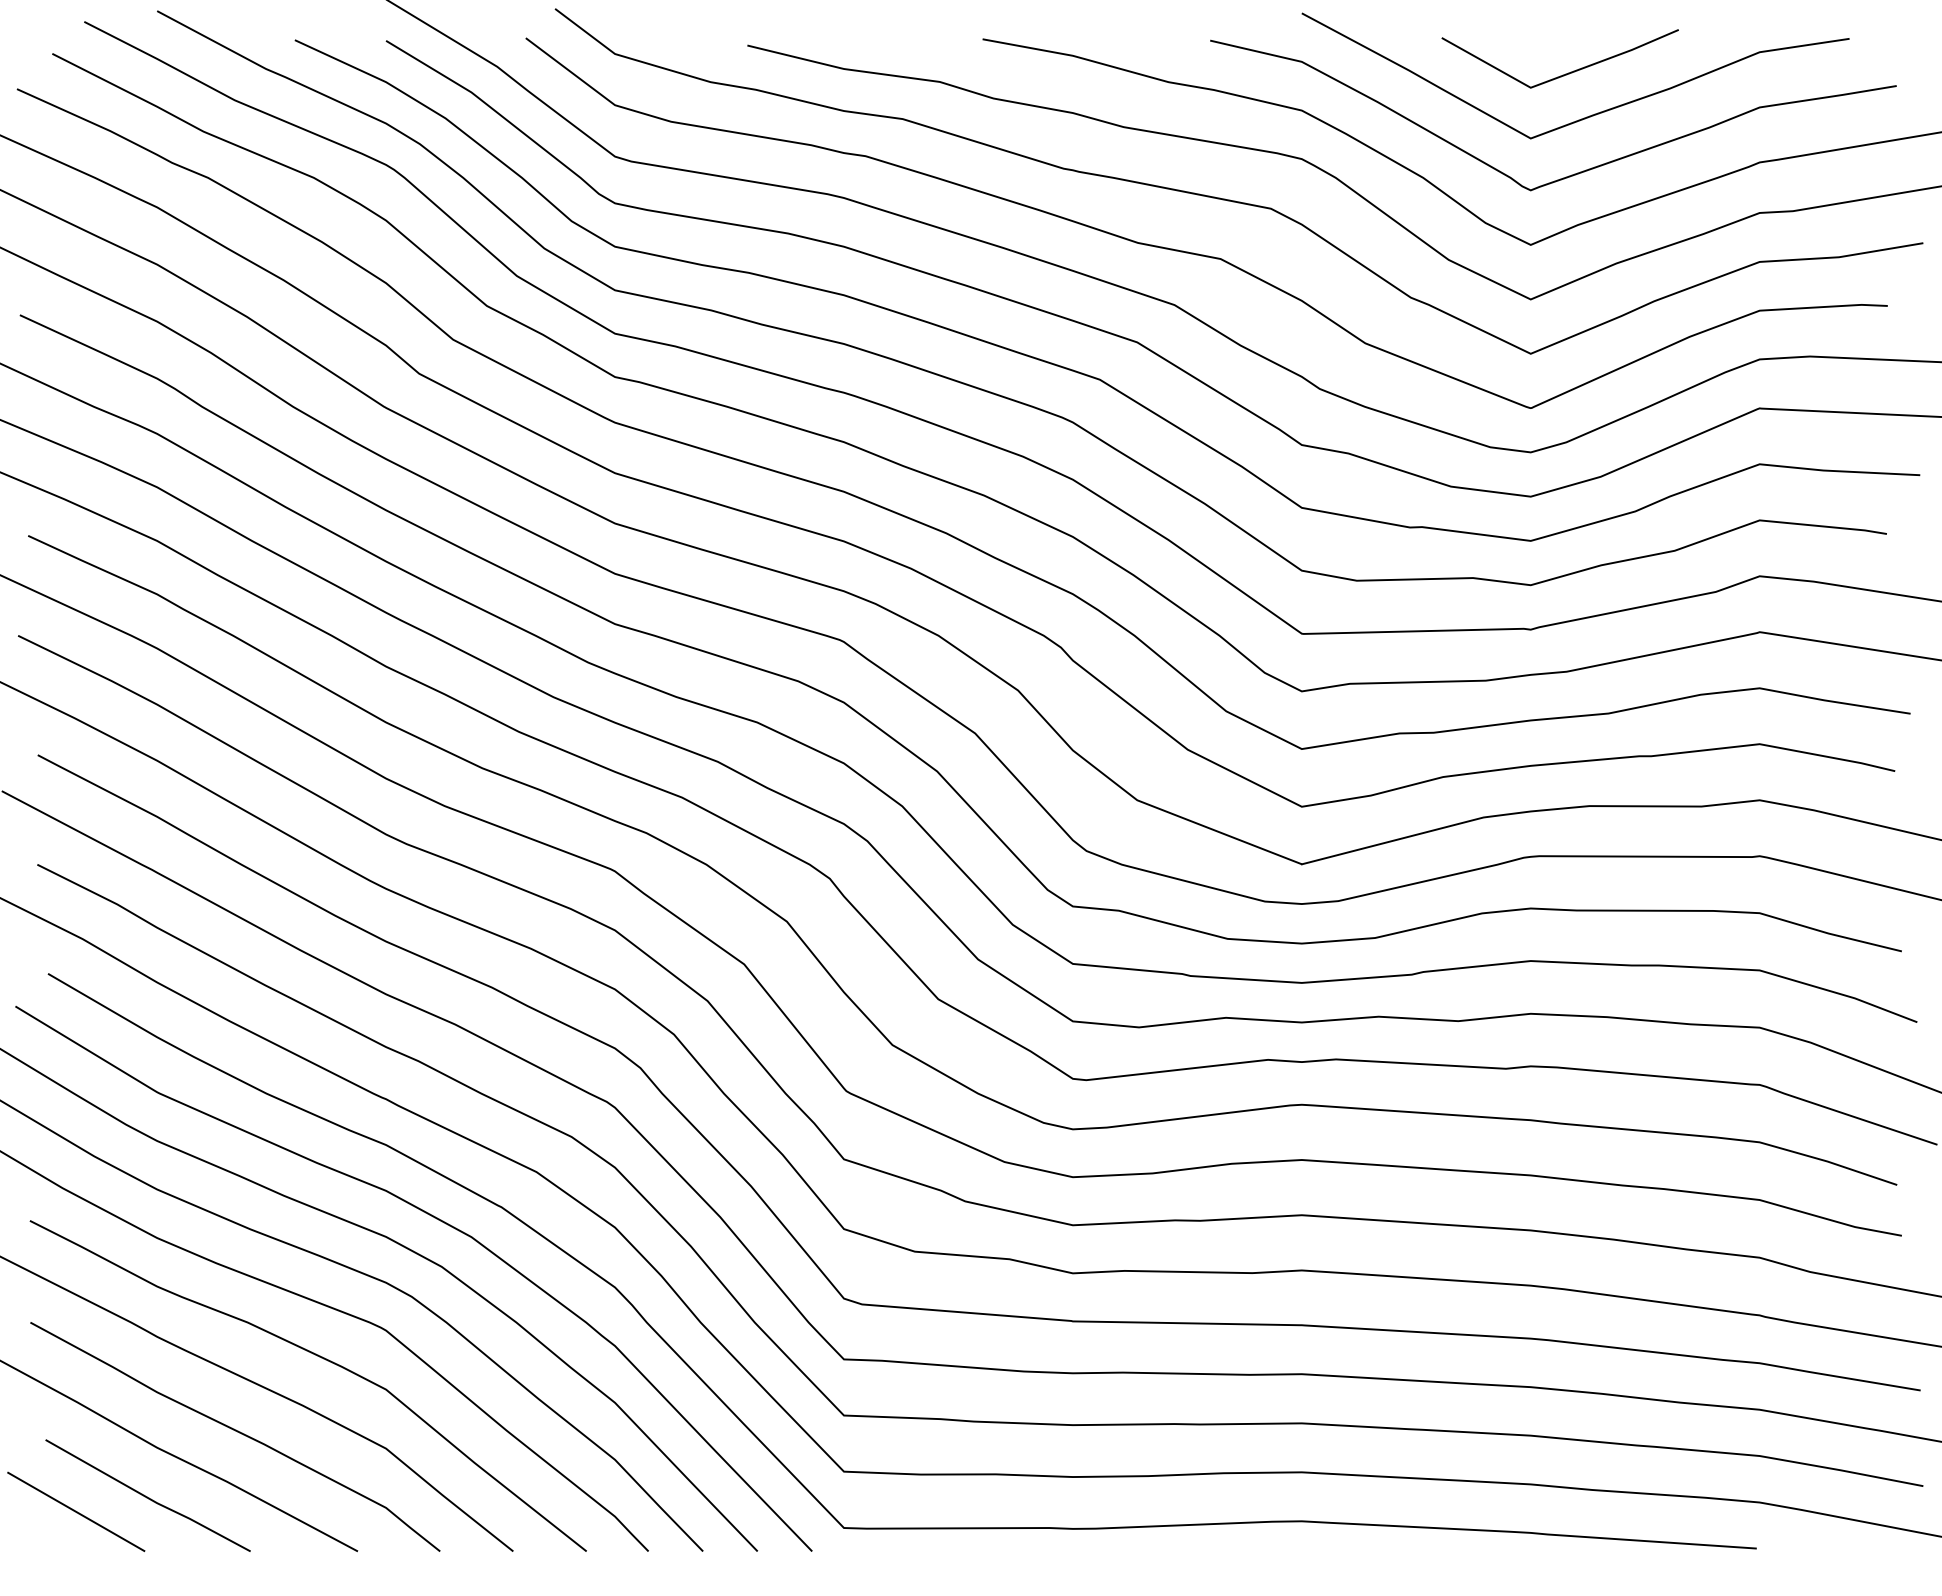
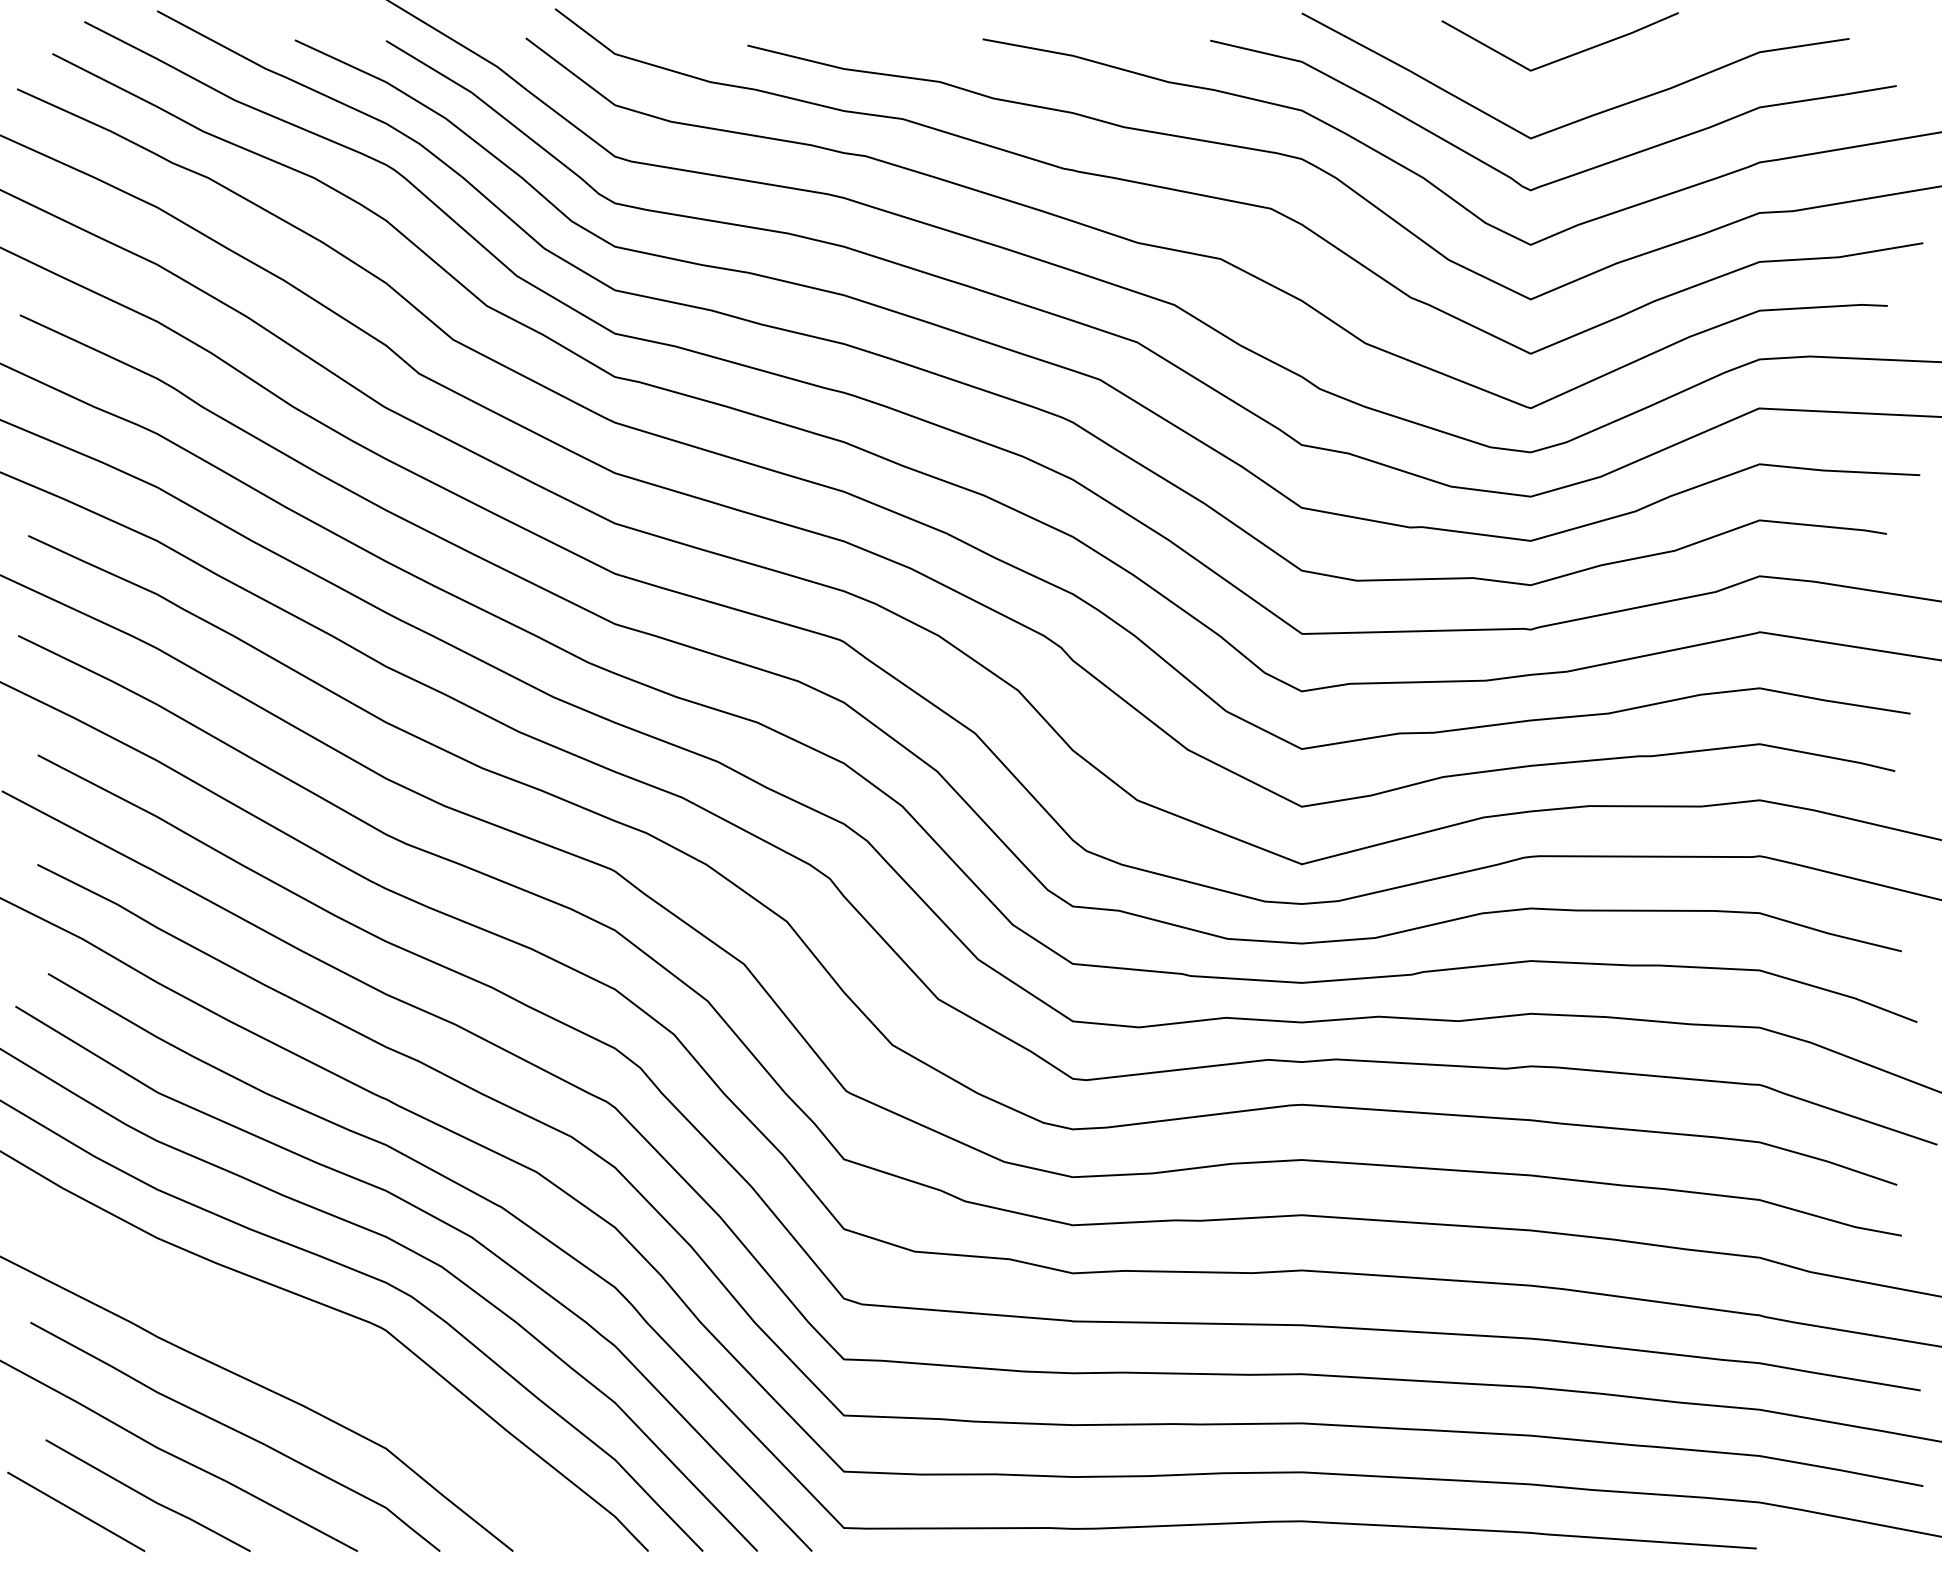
line at (1565, 73) position: (1565, 73) -> (1565, 56)
curve at (321, 1358): present -> none
